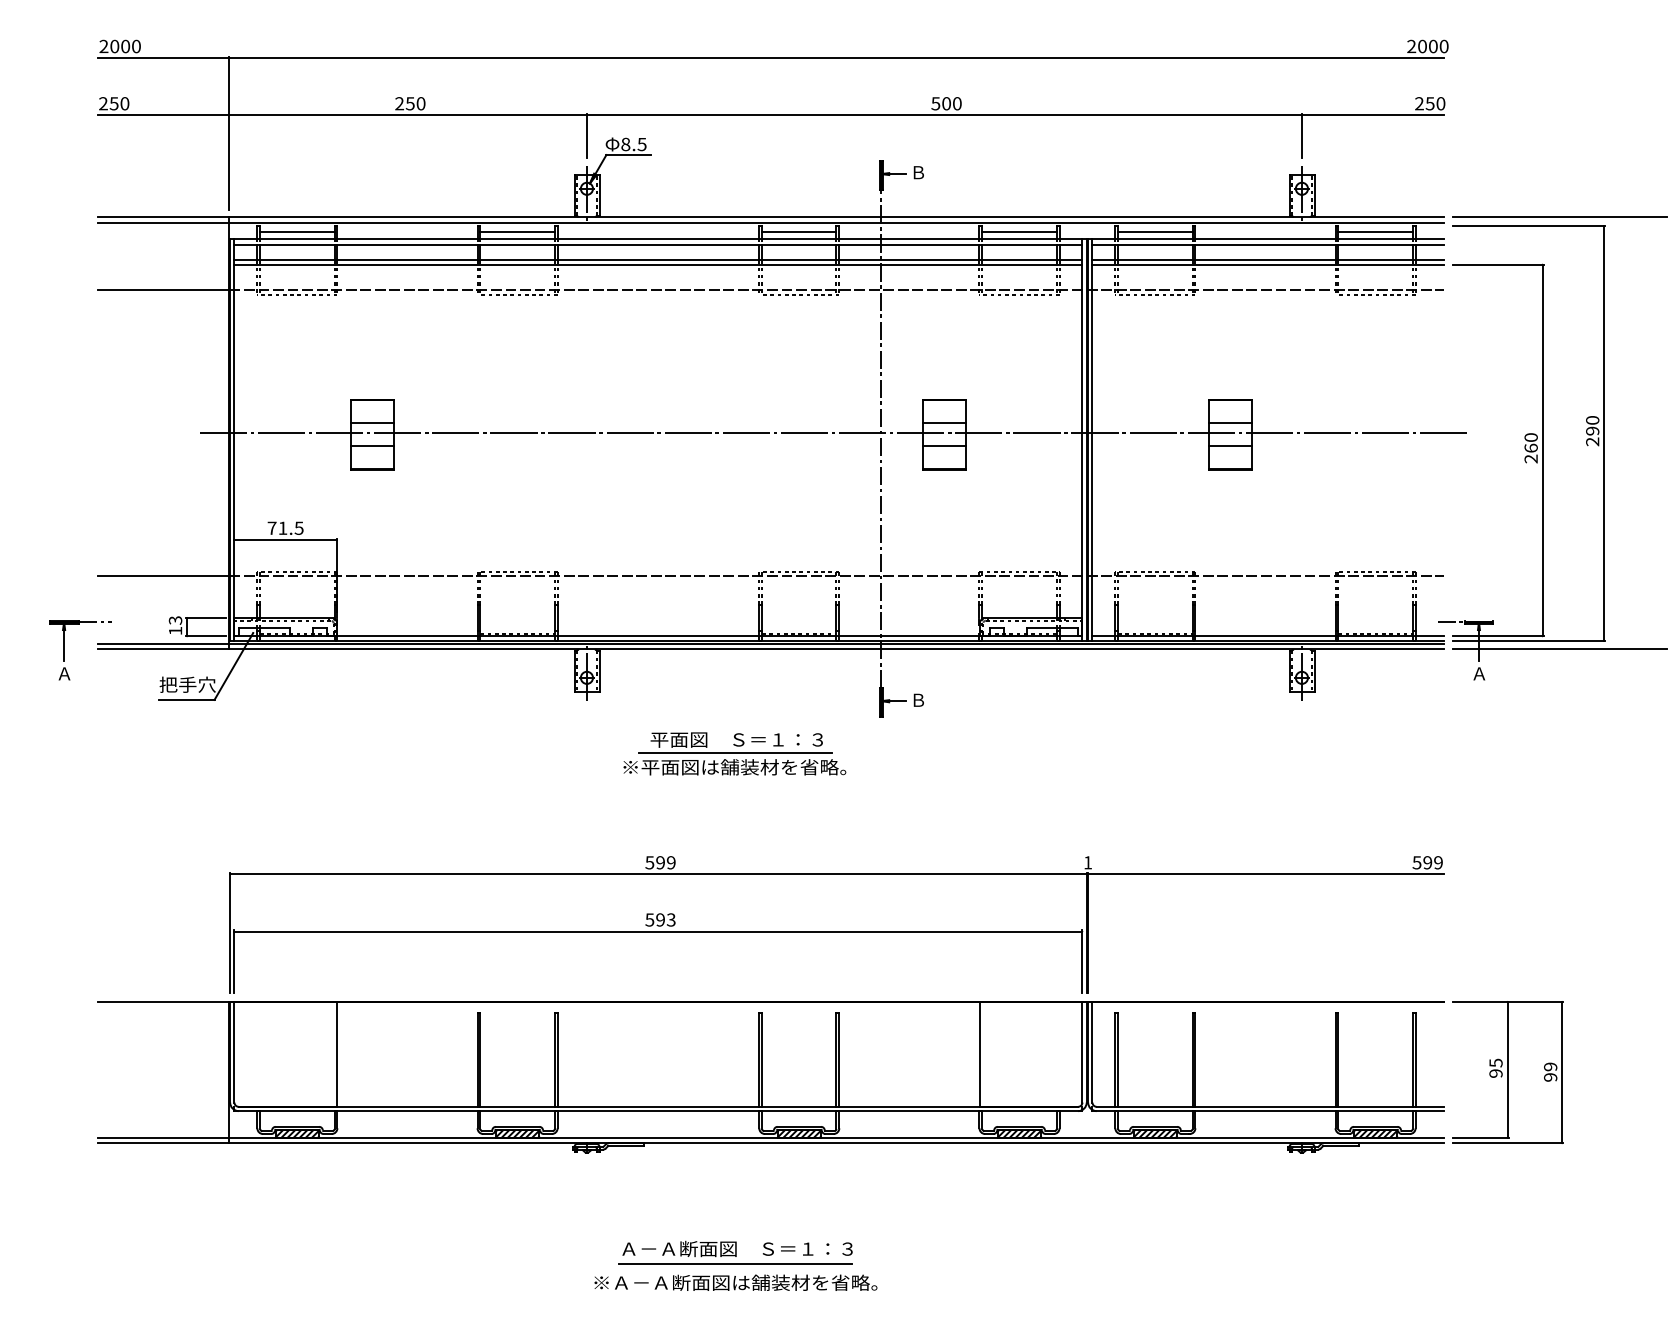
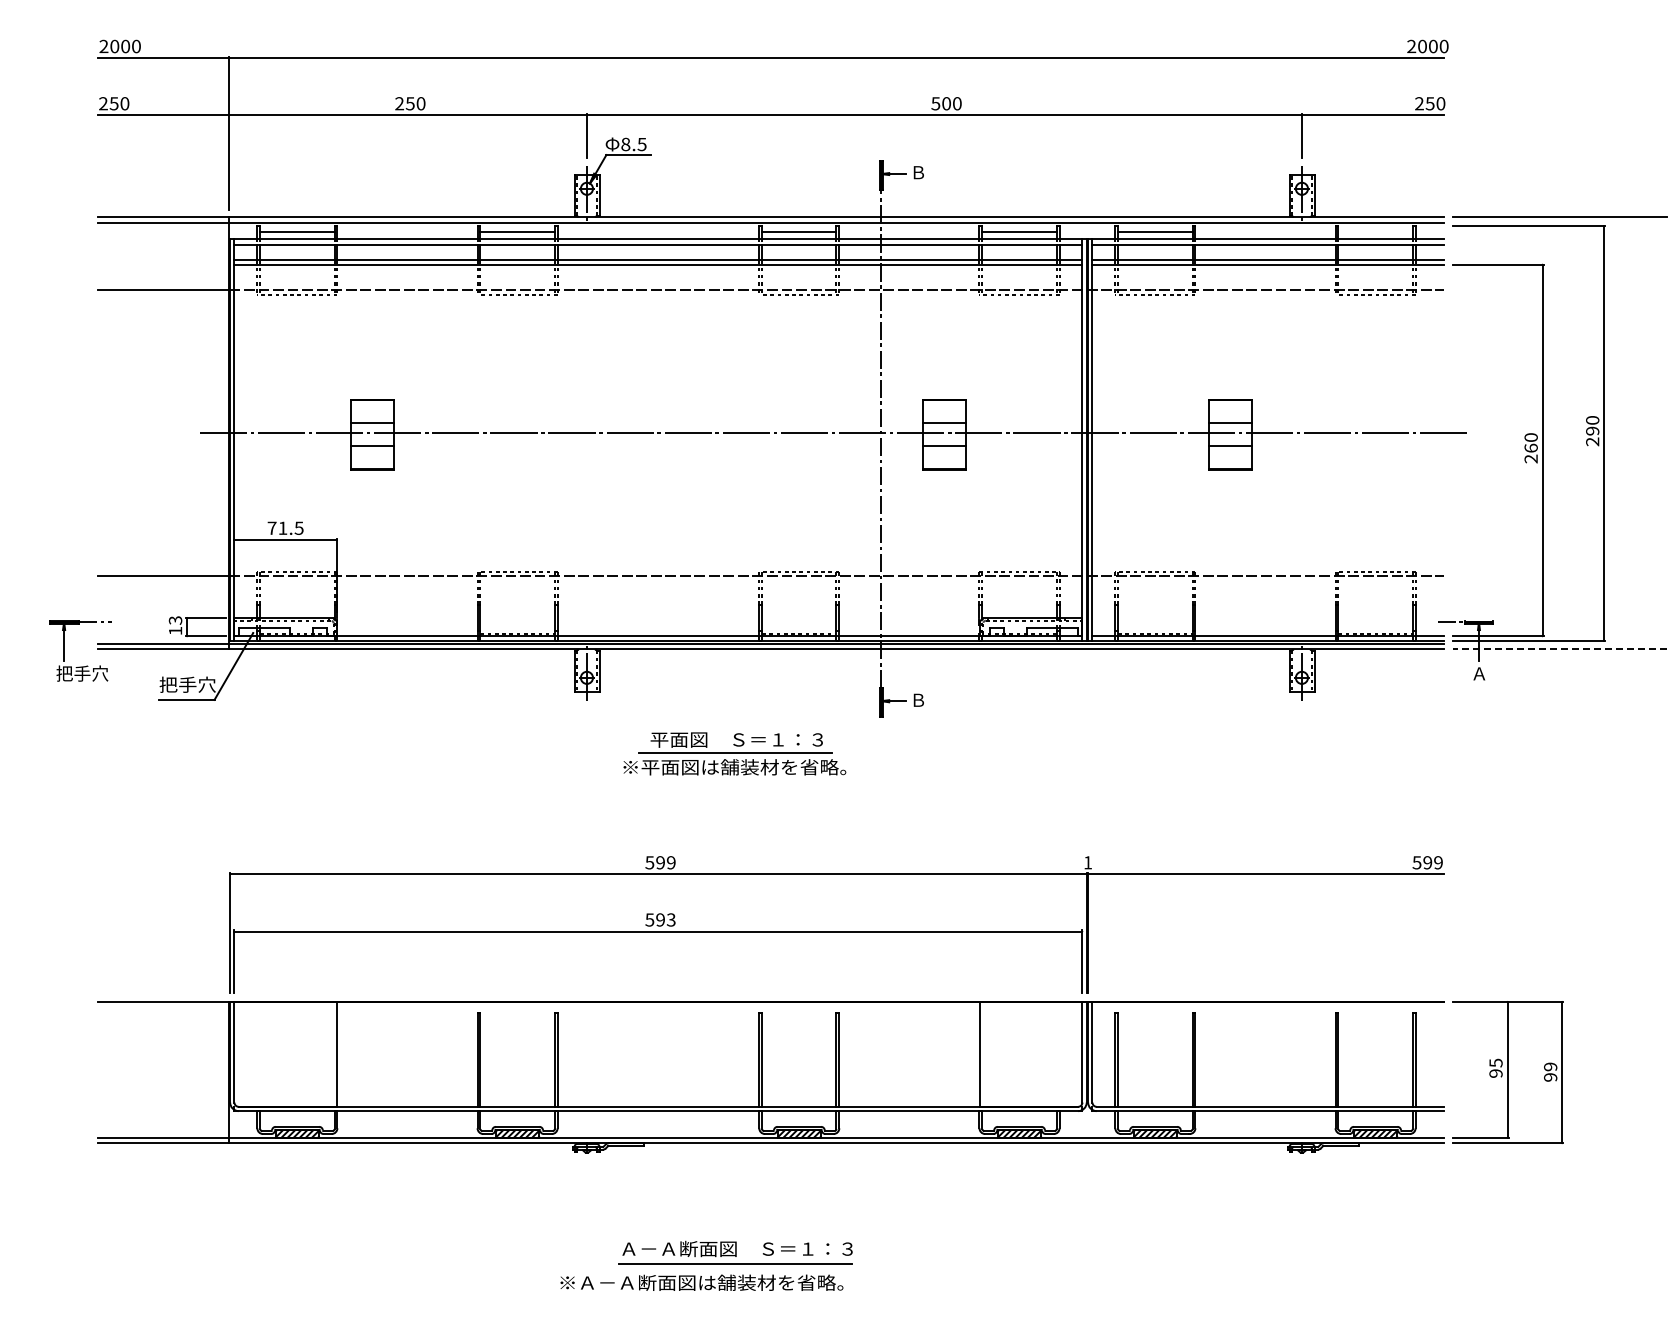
line at (1375, 232): present -> none
line at (1559, 649): solid -> dashed
text at (82, 673): Ａ -> 把手穴
text at (735, 1282) position: (735, 1282) -> (701, 1282)
